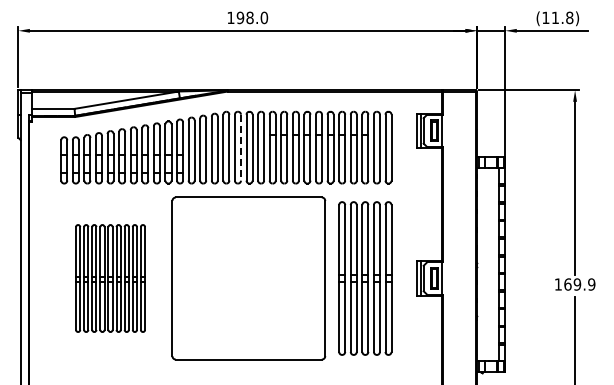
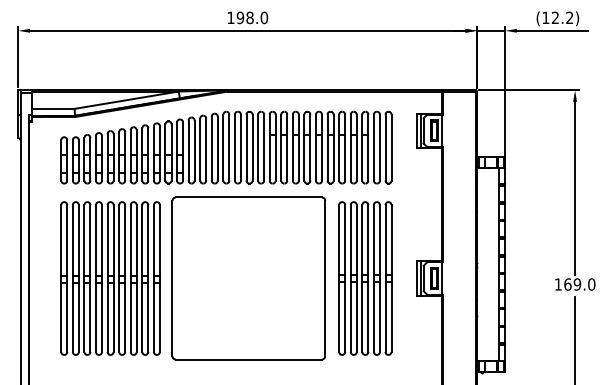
text at (562, 17): (11.8) -> (12.2)
line at (240, 148): dashed -> solid
part at (110, 278) size: 71x109 px -> 101x155 px
text at (591, 284): 169.9 -> 169.0
